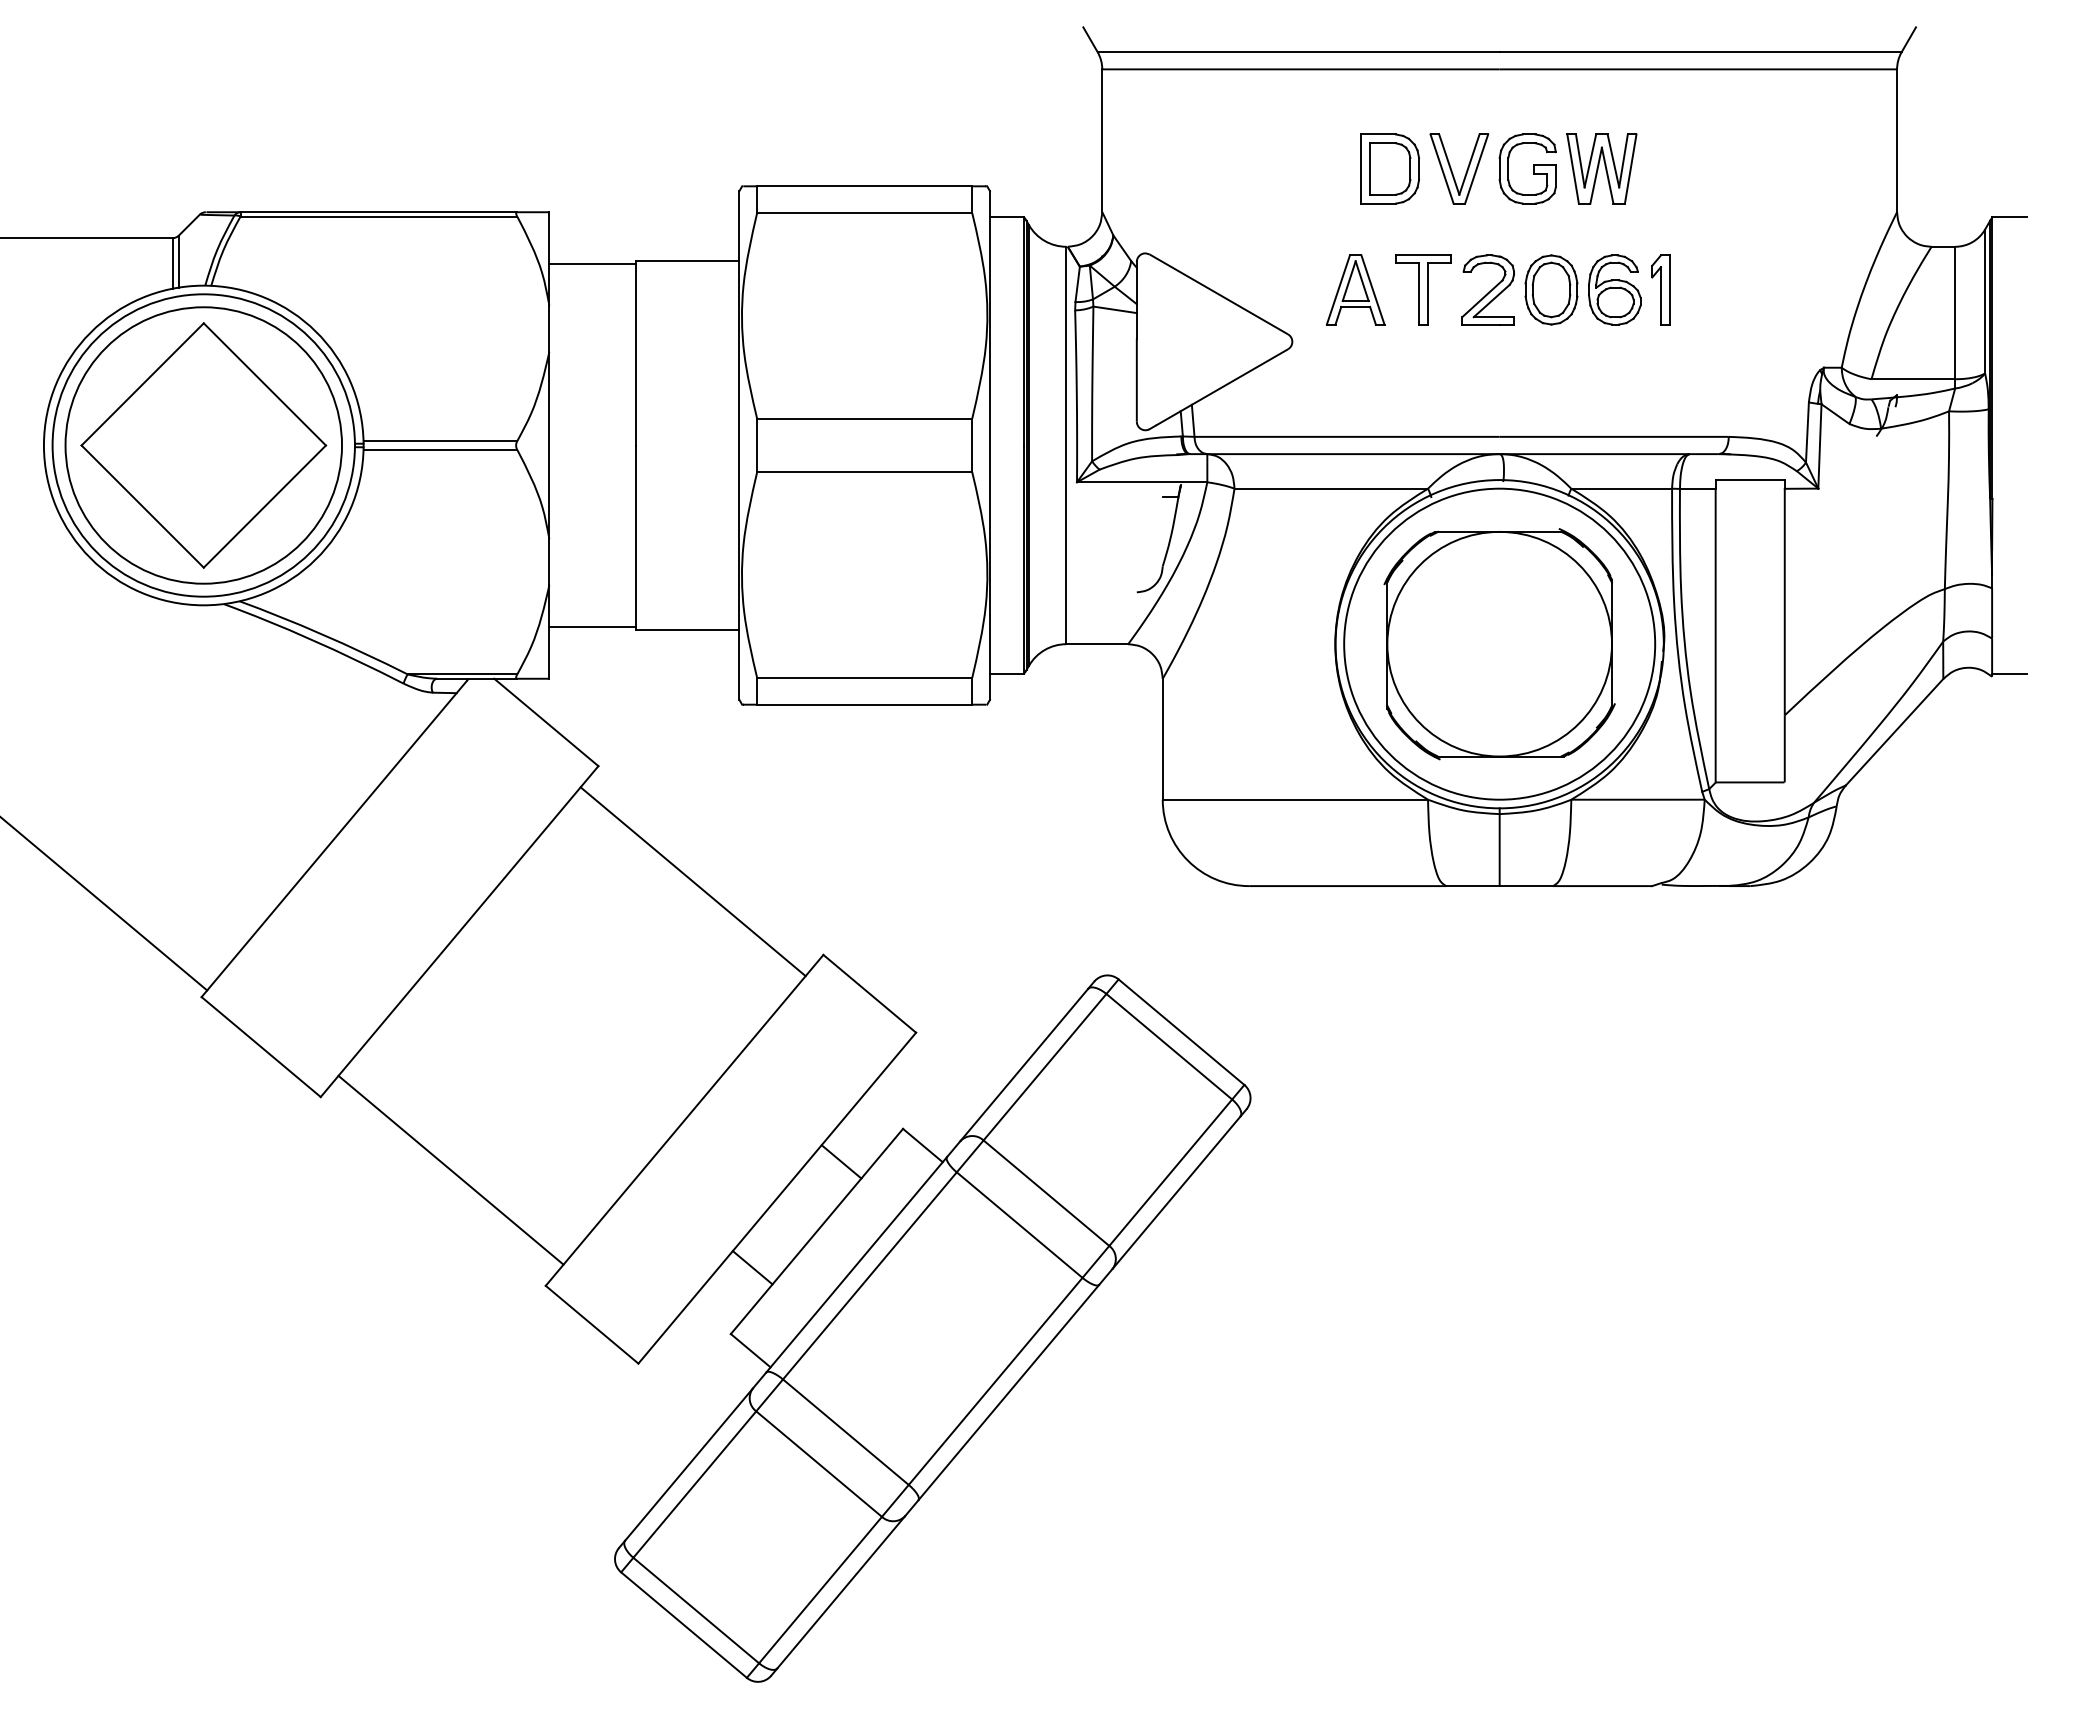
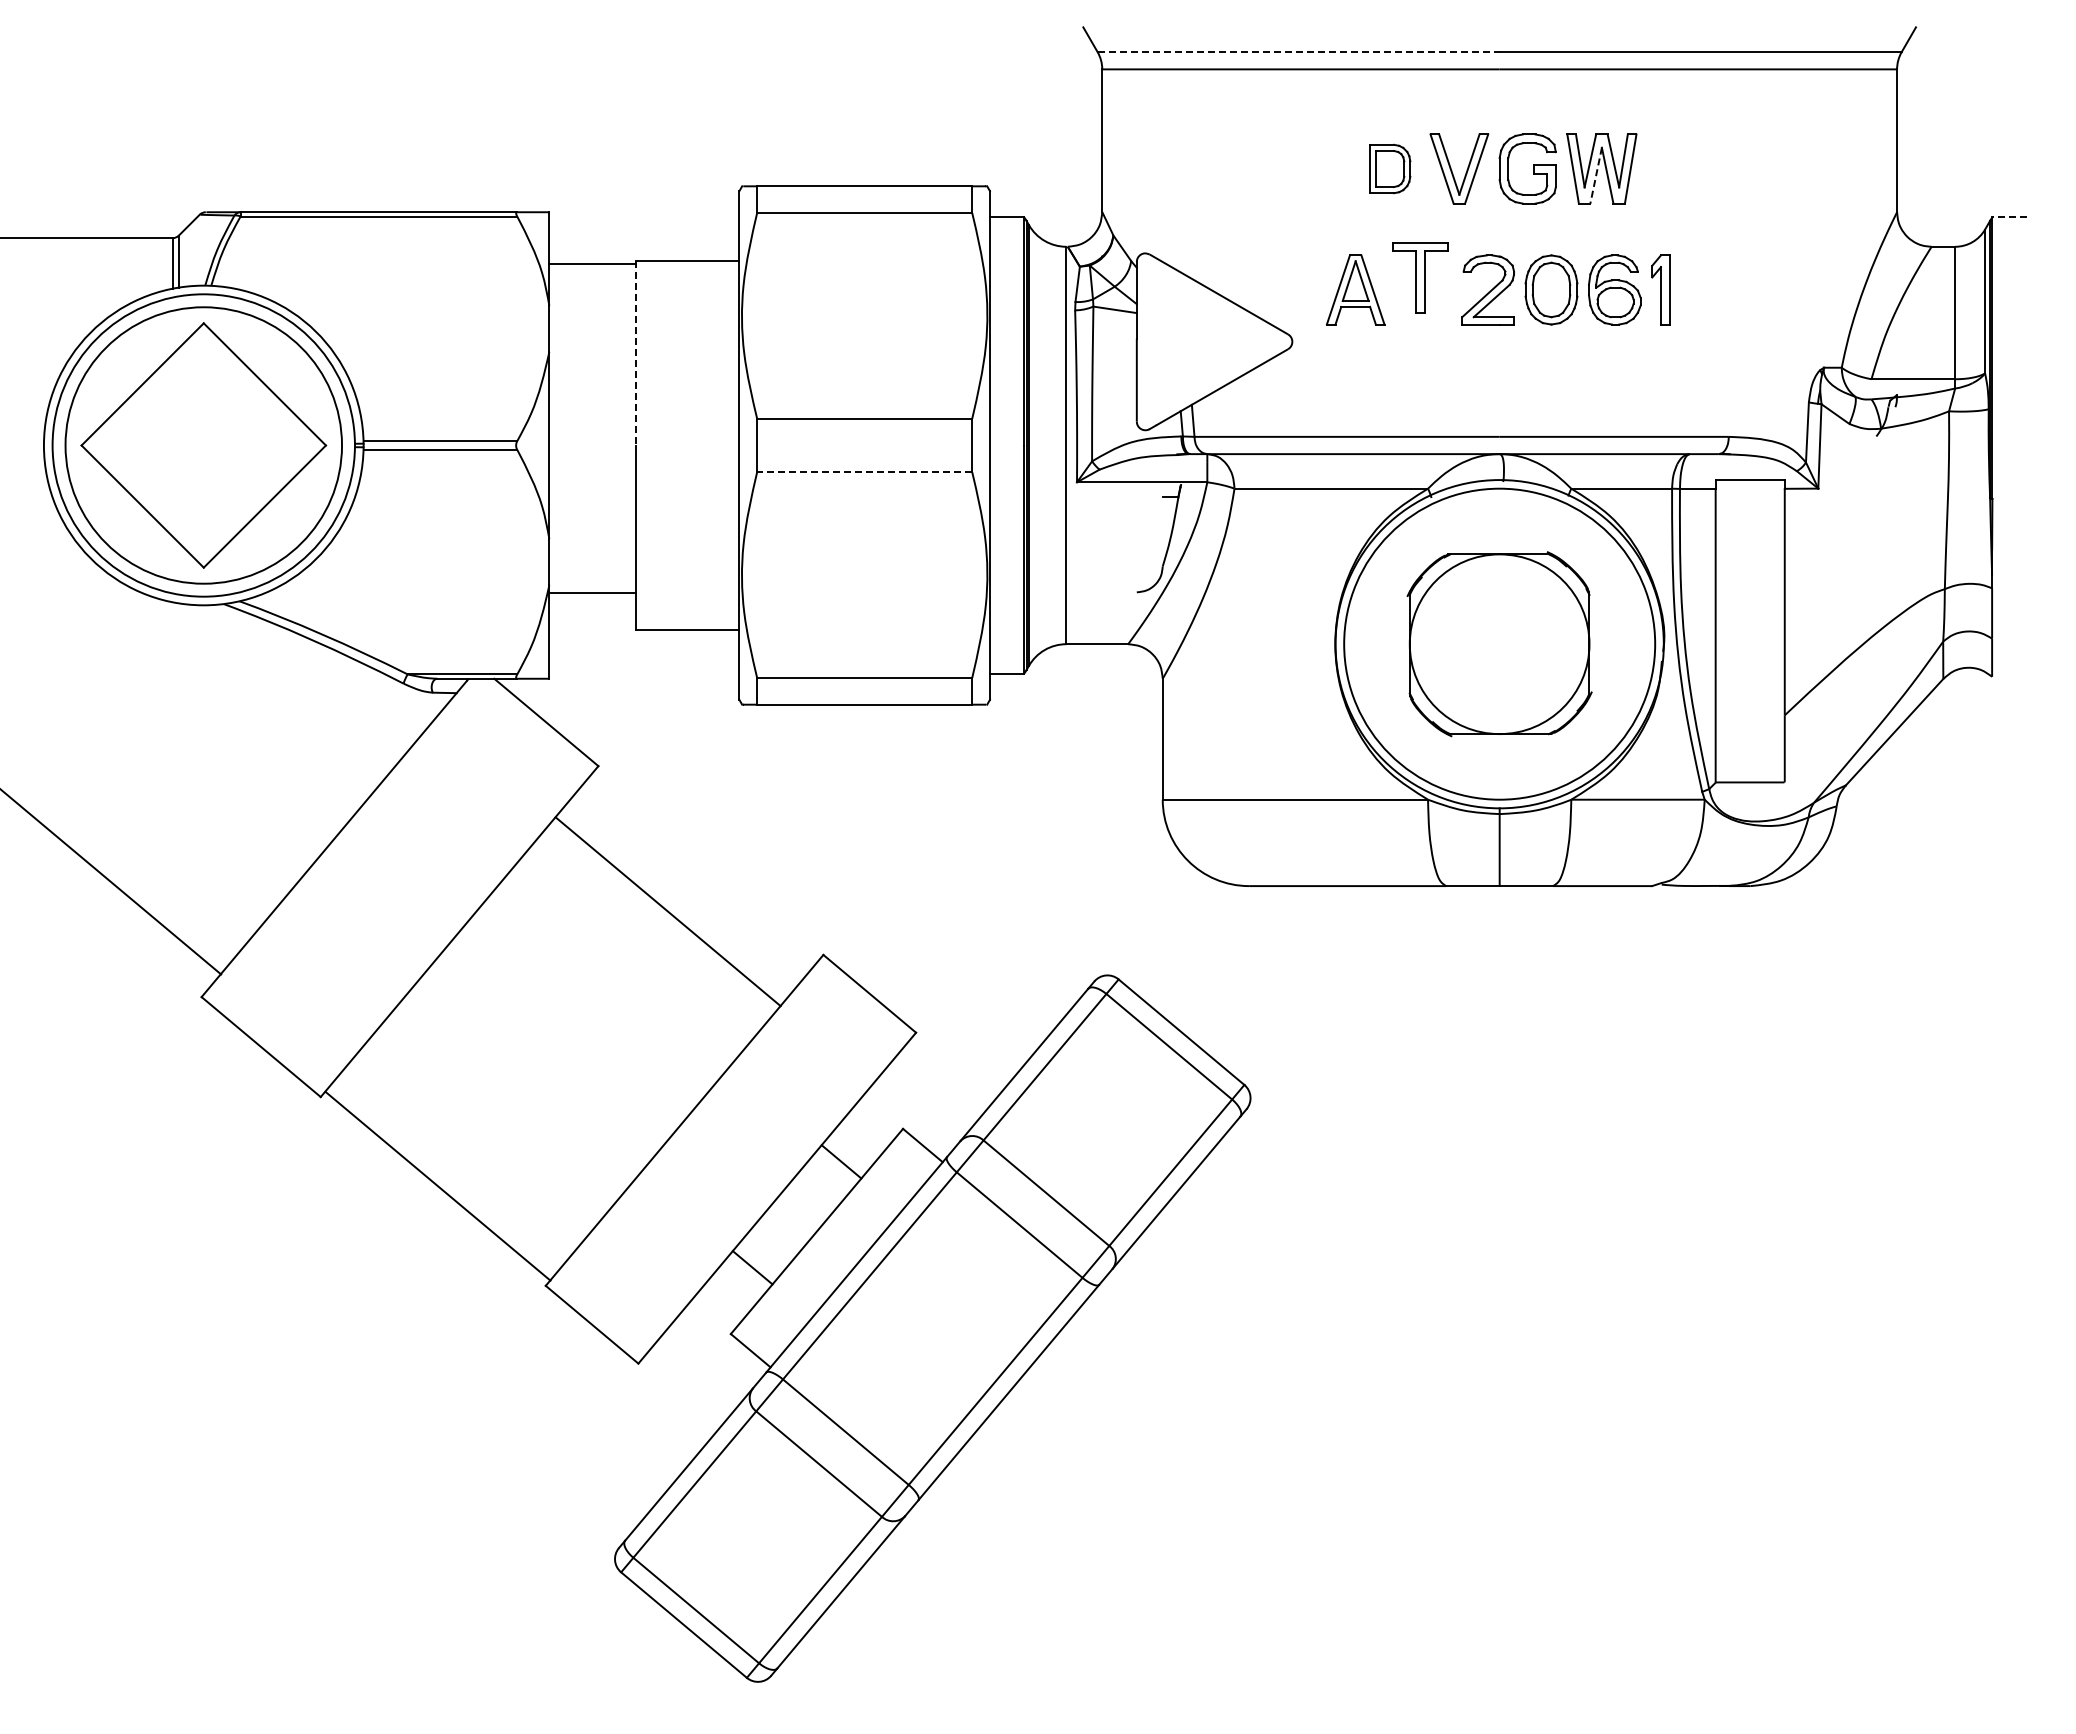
line at (1299, 52): solid -> dashed
part at (1389, 168) size: 60x72 px -> 43x52 px
line at (1596, 175): solid -> dashed
line at (2009, 217): solid -> dashed
part at (1423, 289) position: (1423, 289) -> (1420, 277)
line at (635, 353): solid -> dashed
line at (864, 472): solid -> dashed
line at (592, 626) position: (592, 626) -> (592, 592)
part at (1499, 644) size: 233x233 px -> 187x187 px
line at (2009, 673): present -> none
line at (692, 881) position: (692, 881) -> (667, 911)
line at (104, 904) position: (104, 904) -> (111, 882)
line at (450, 1169) position: (450, 1169) -> (437, 1185)
